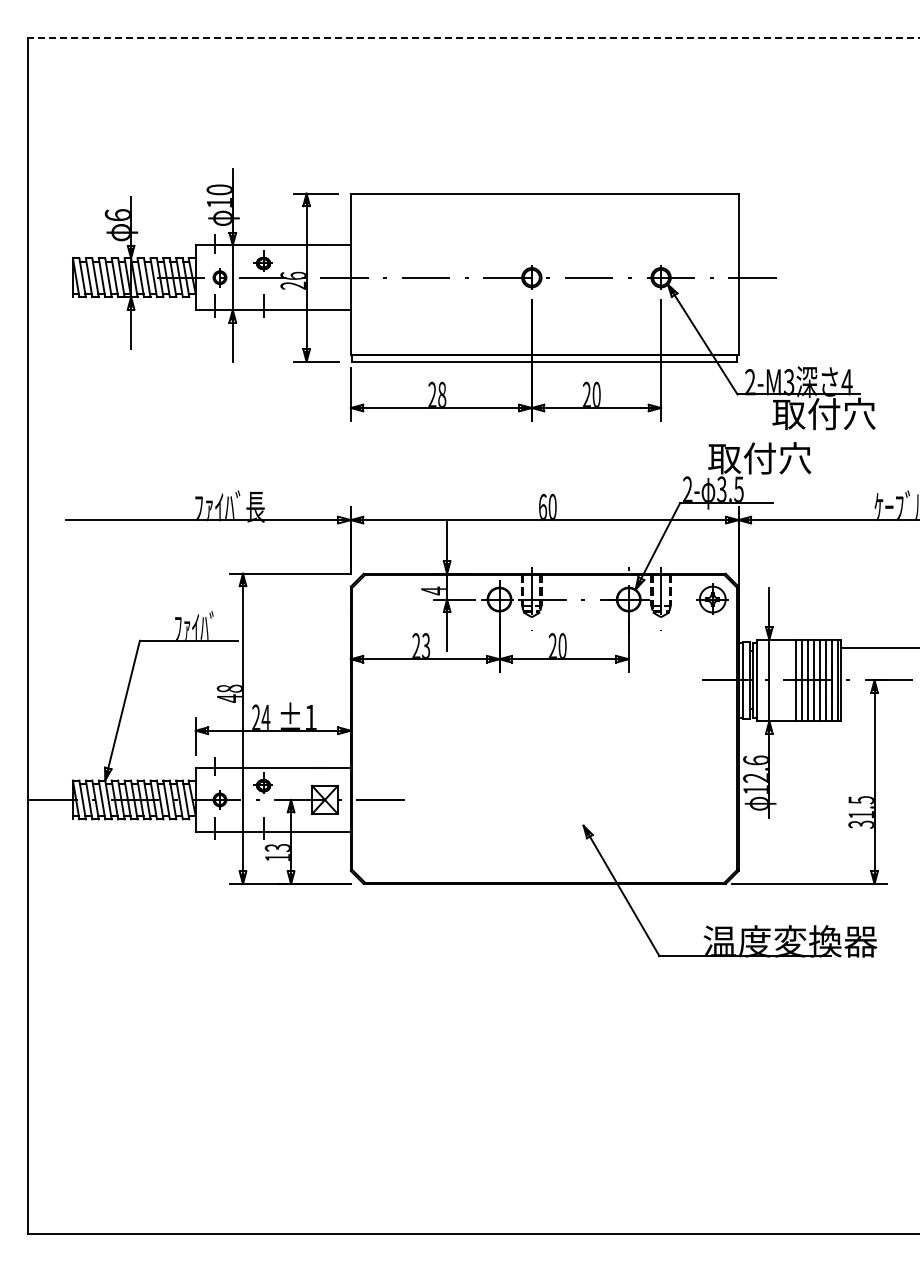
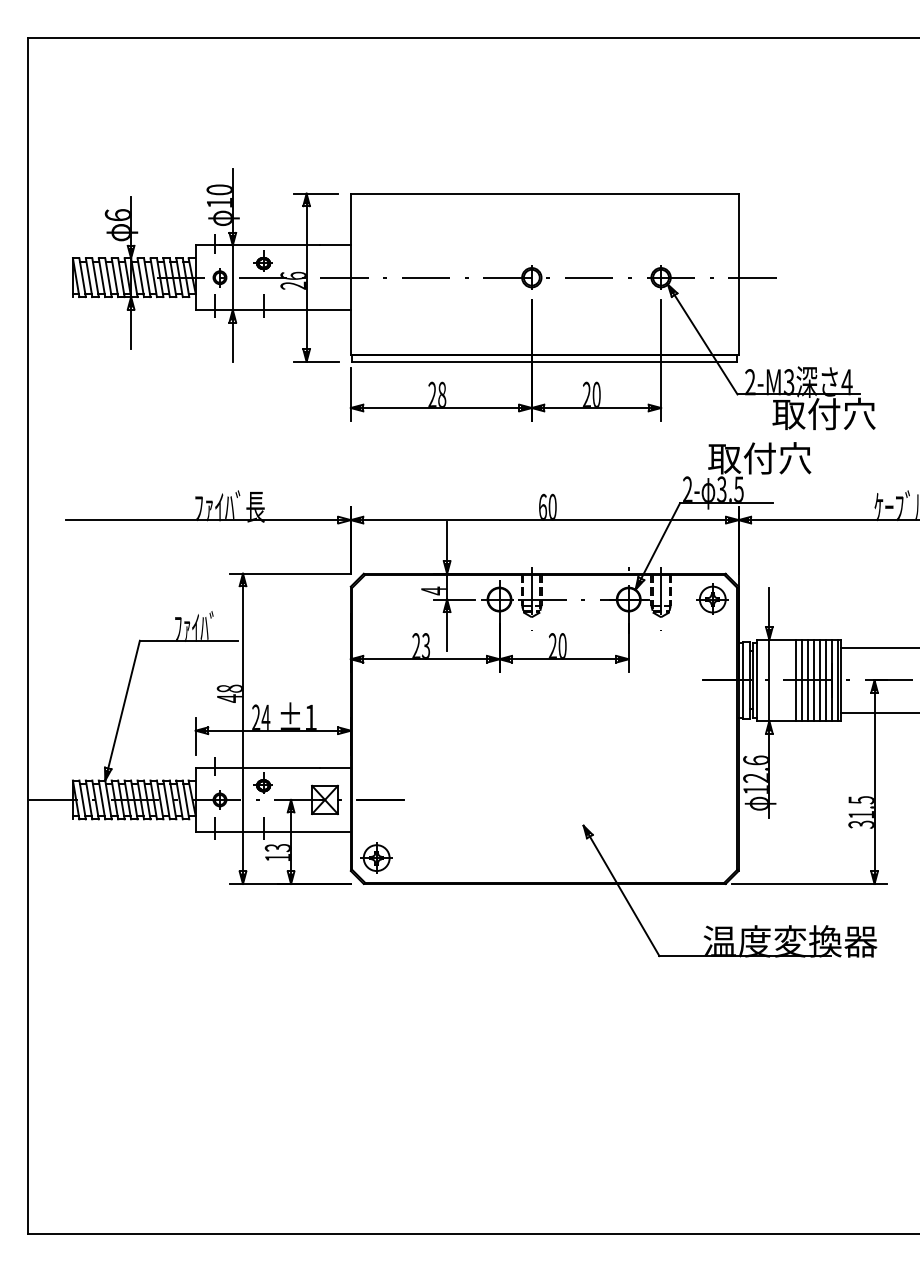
line at (473, 38): dashed -> solid
line at (878, 712): none -> present
part at (376, 857): none -> present
